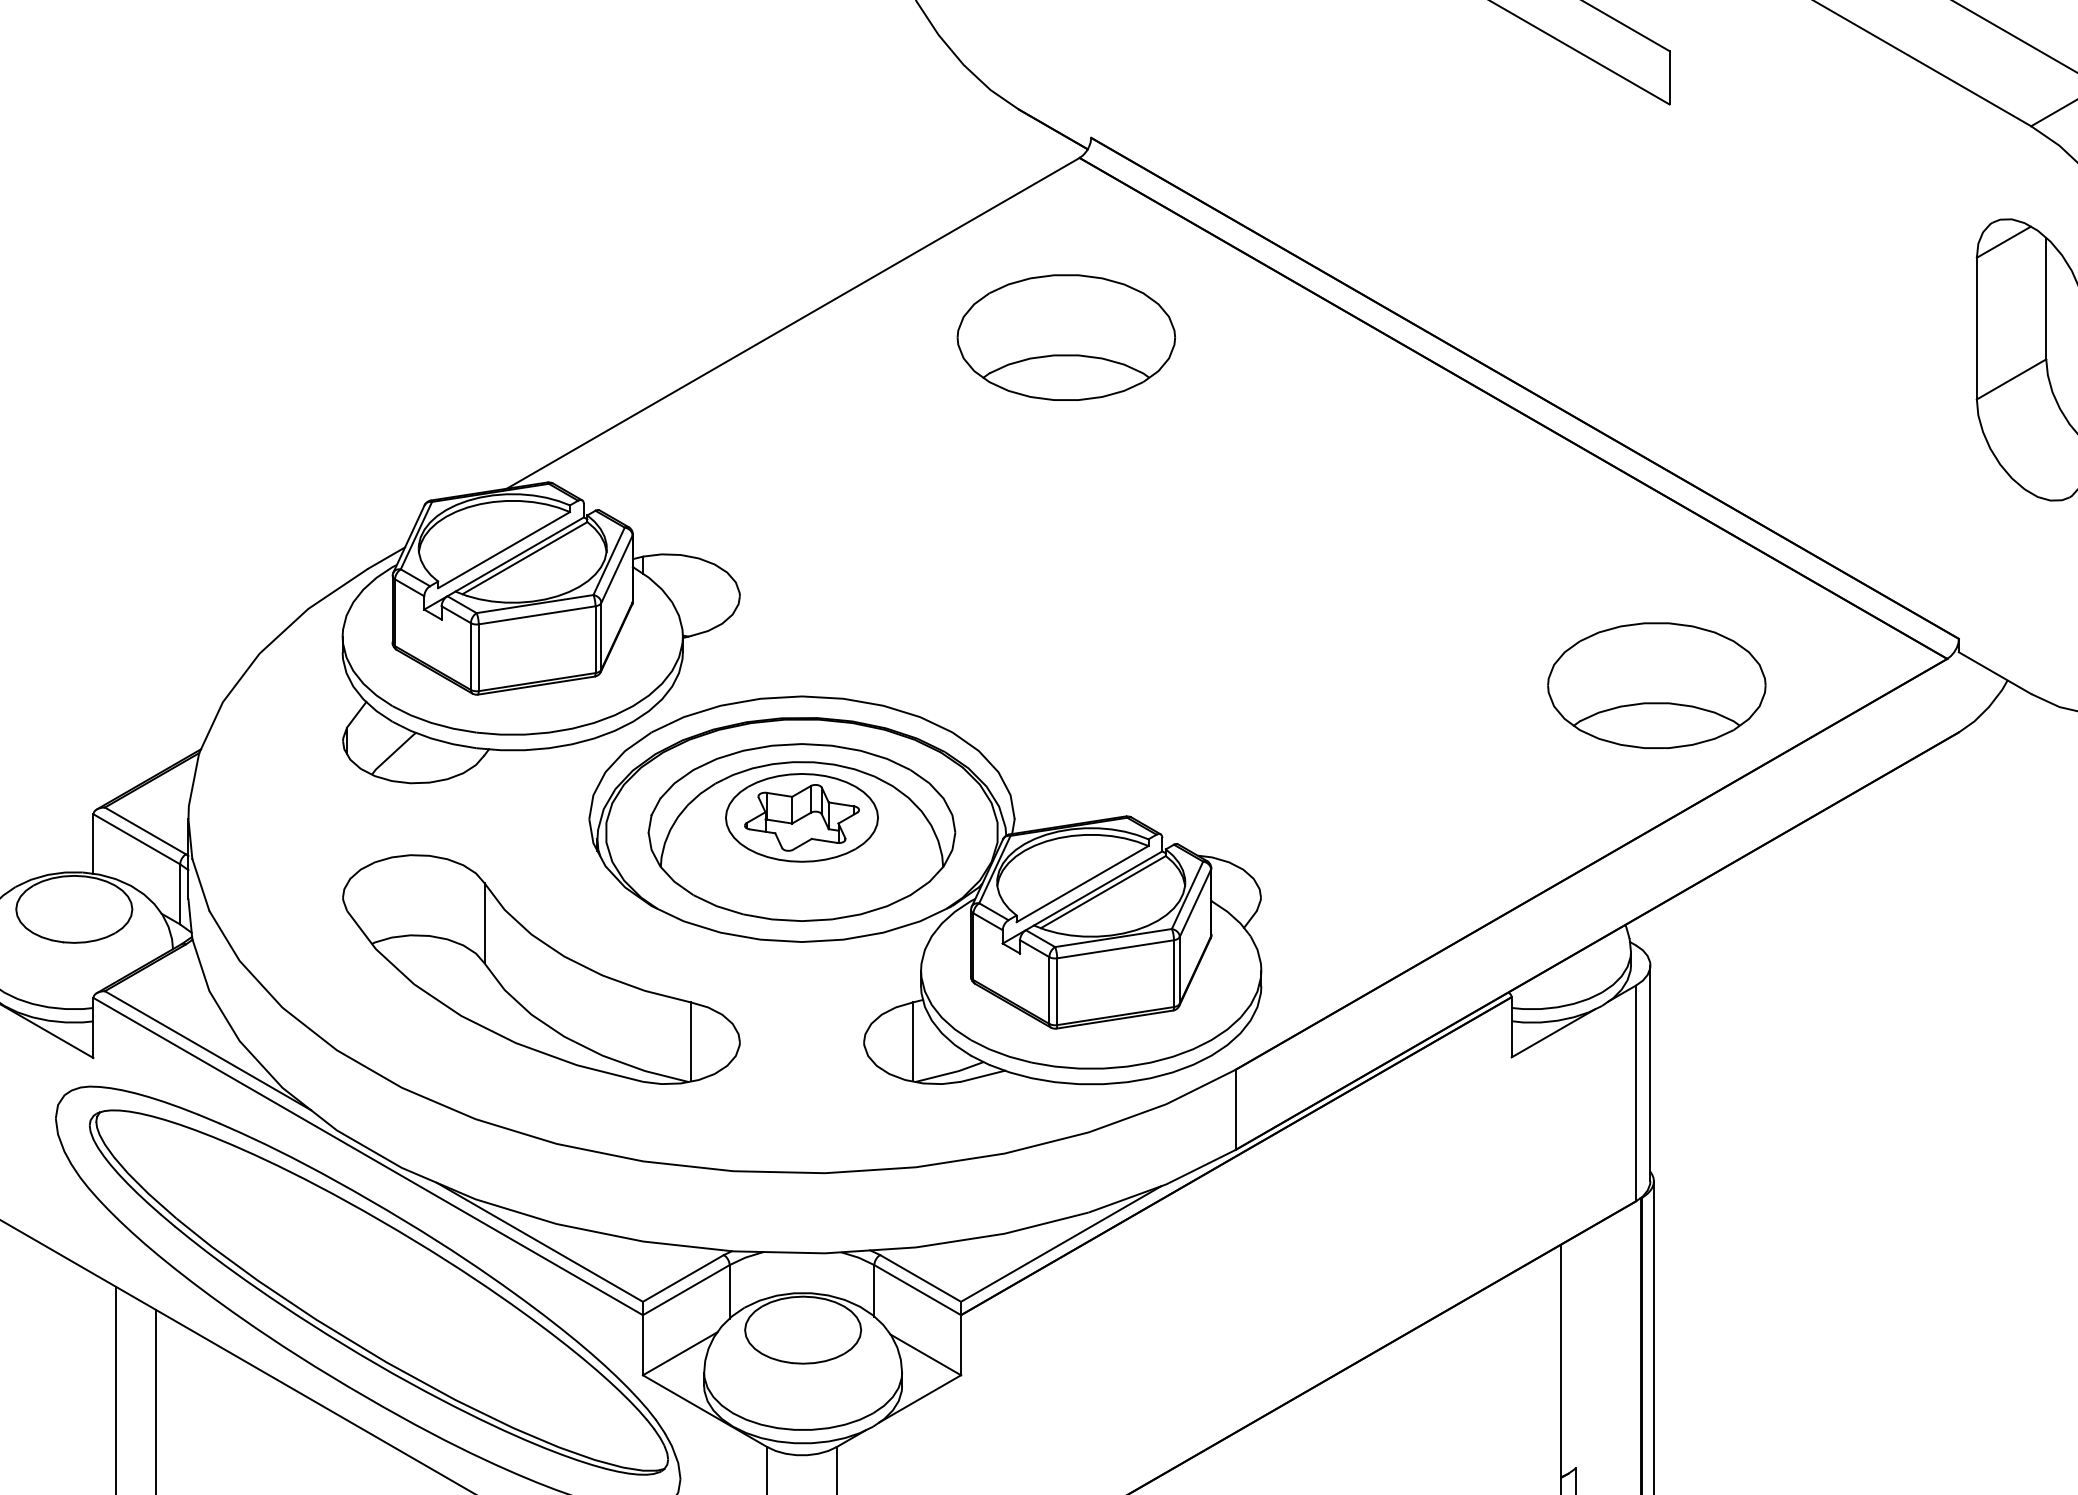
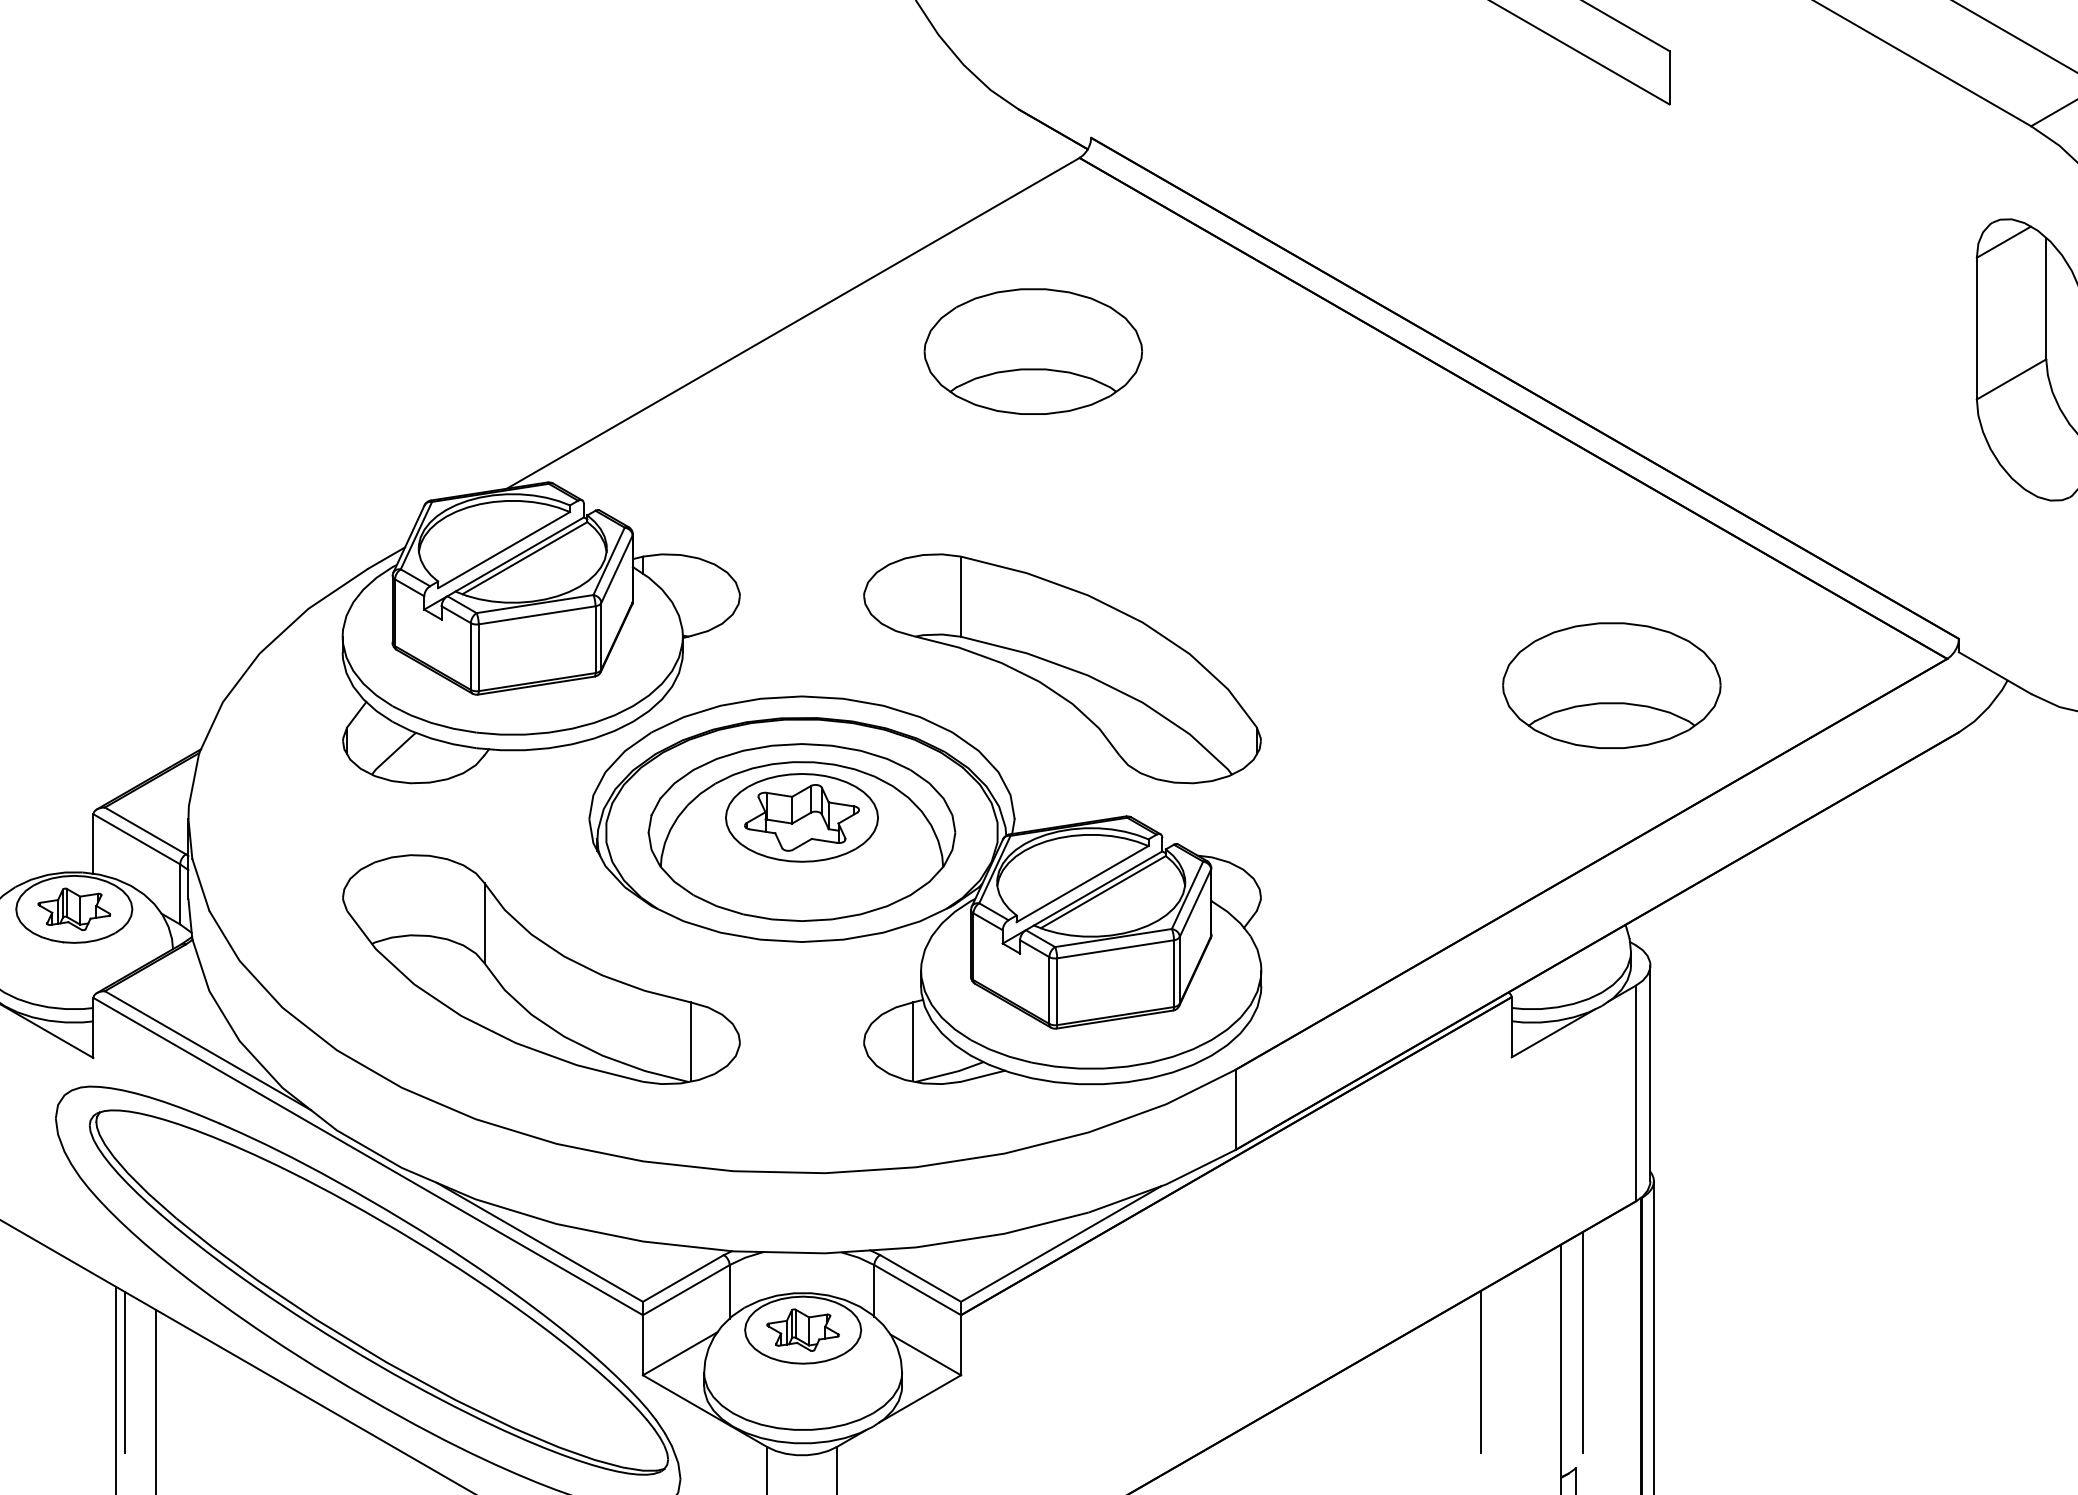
part at (1065, 337) position: (1065, 337) -> (1032, 351)
part at (1062, 668): none -> present
part at (1656, 685) position: (1656, 685) -> (1611, 685)
part at (74, 909): none -> present
part at (802, 1329): none -> present
line at (1583, 1342): none -> present
line at (1480, 1371): none -> present
line at (125, 1372): none -> present
